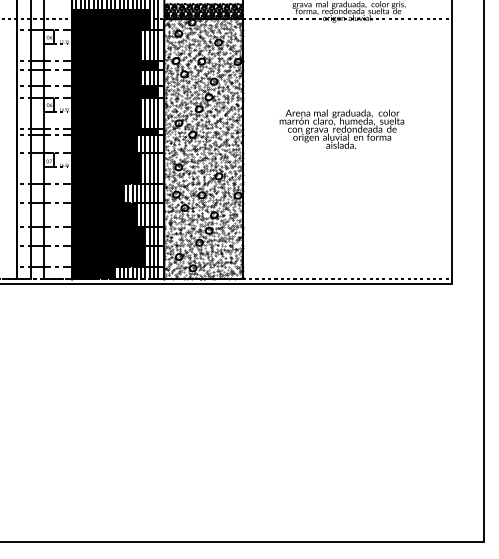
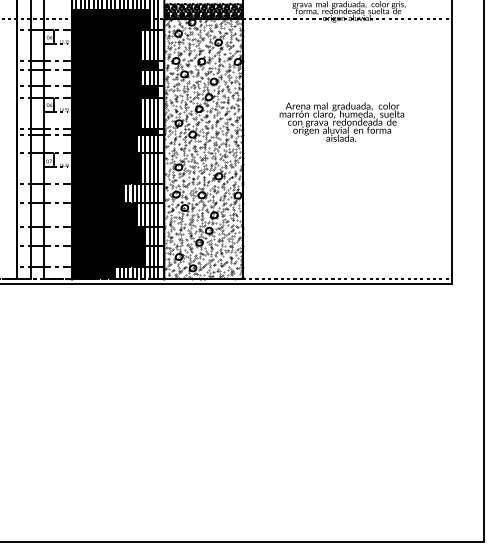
text at (341, 128) position: (341, 128) -> (341, 121)
hatch at (203, 149): present -> none
